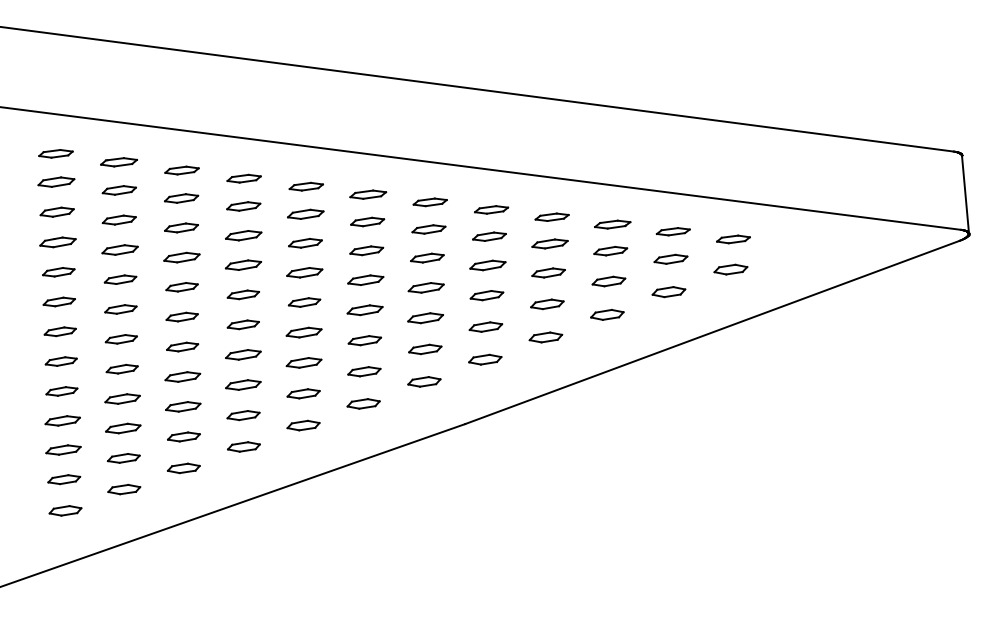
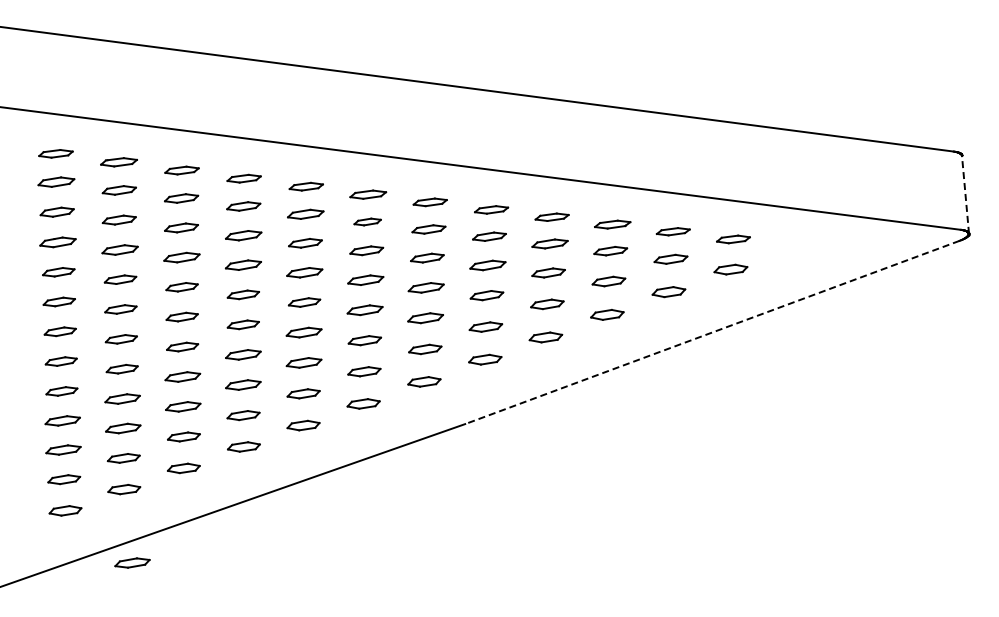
line at (965, 194): solid -> dashed
part at (367, 221) size: 36x12 px -> 29x10 px
line at (712, 332): solid -> dashed
part at (132, 562): none -> present
